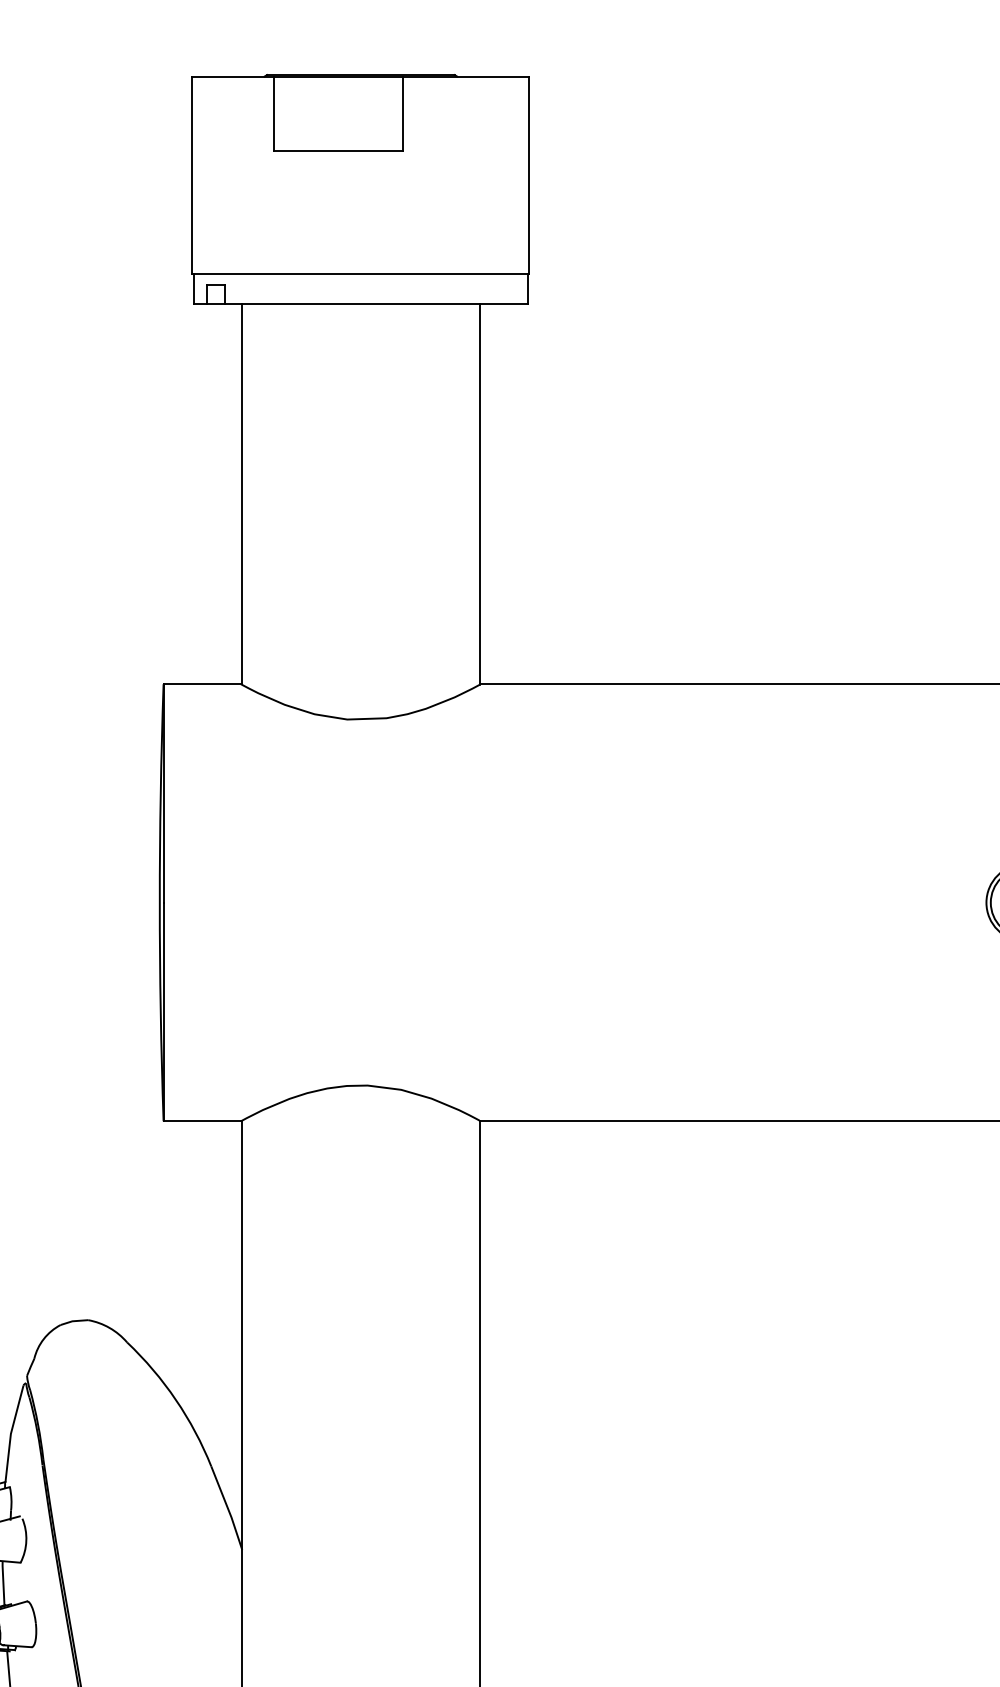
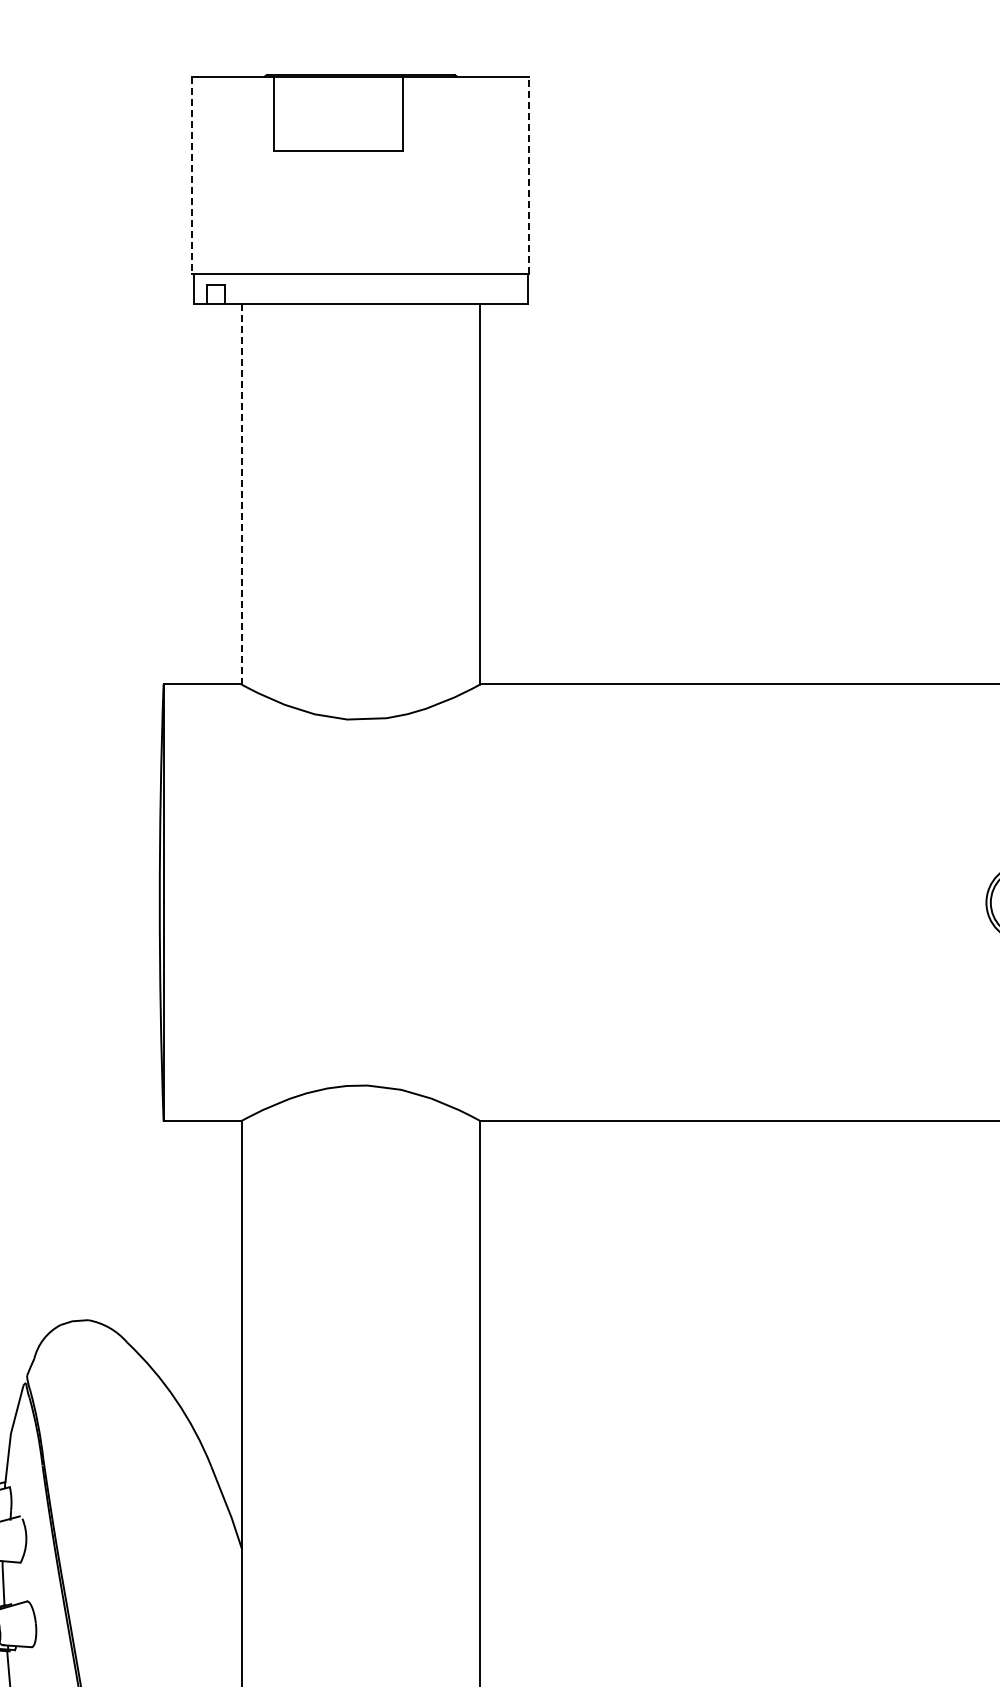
line at (192, 175): solid -> dashed
line at (529, 175): solid -> dashed
line at (242, 494): solid -> dashed
